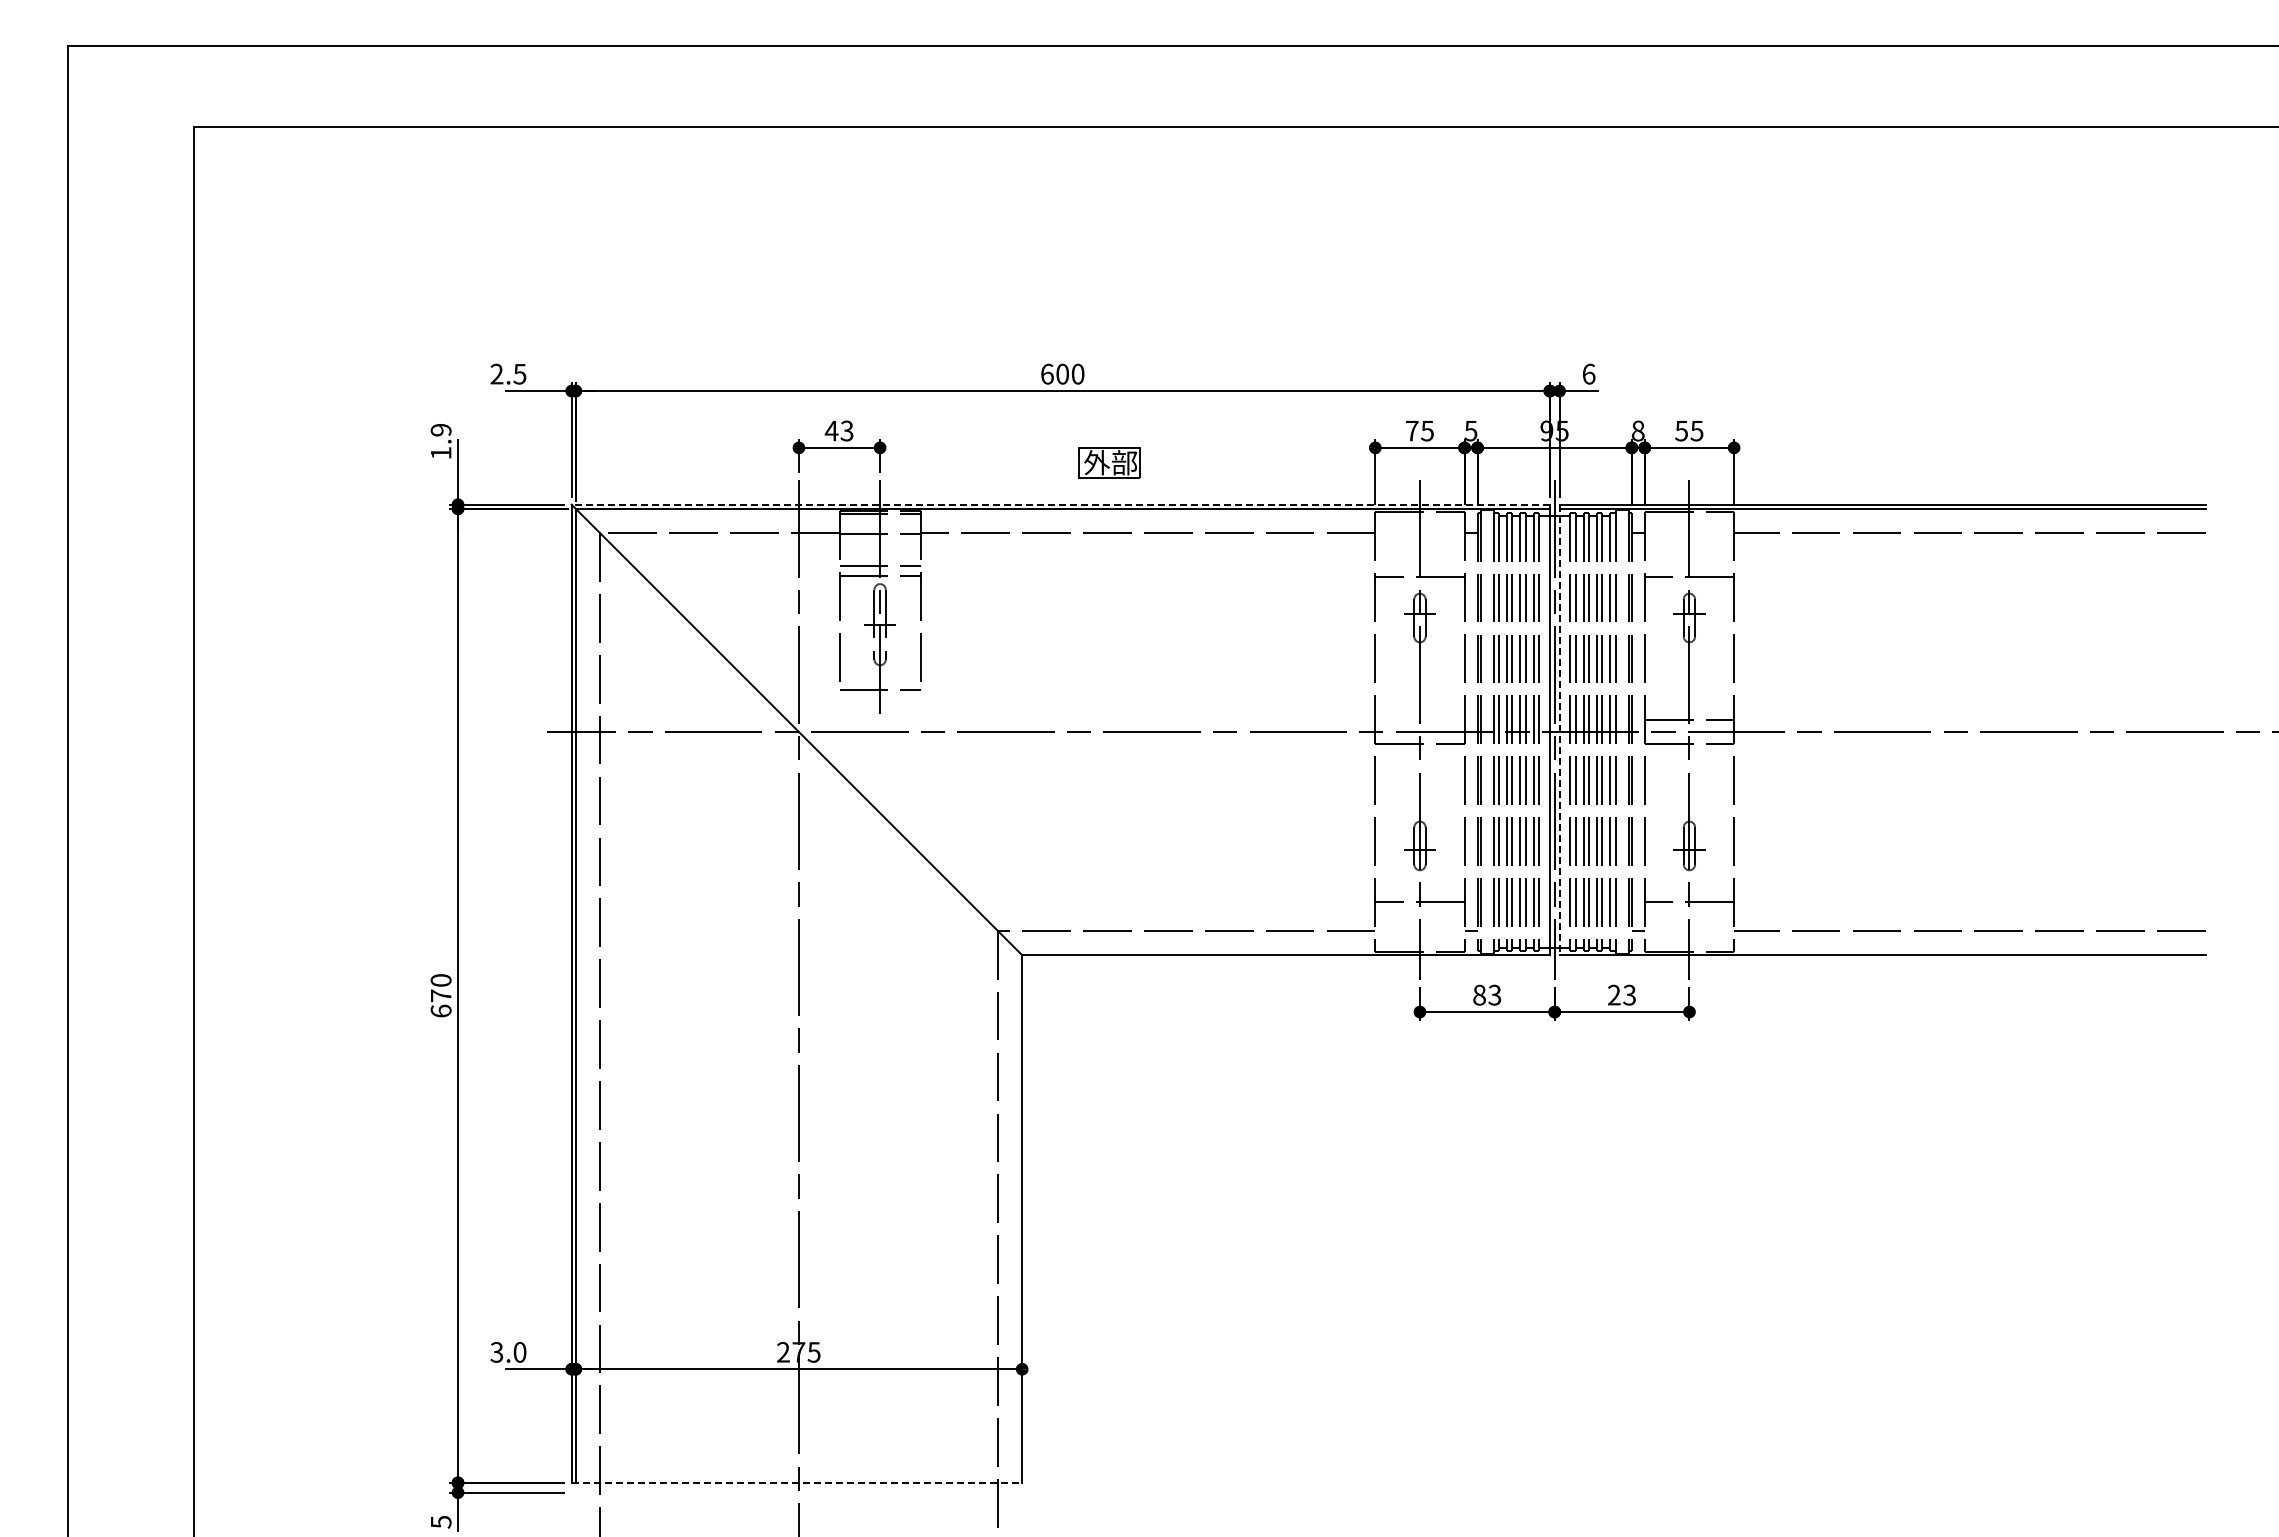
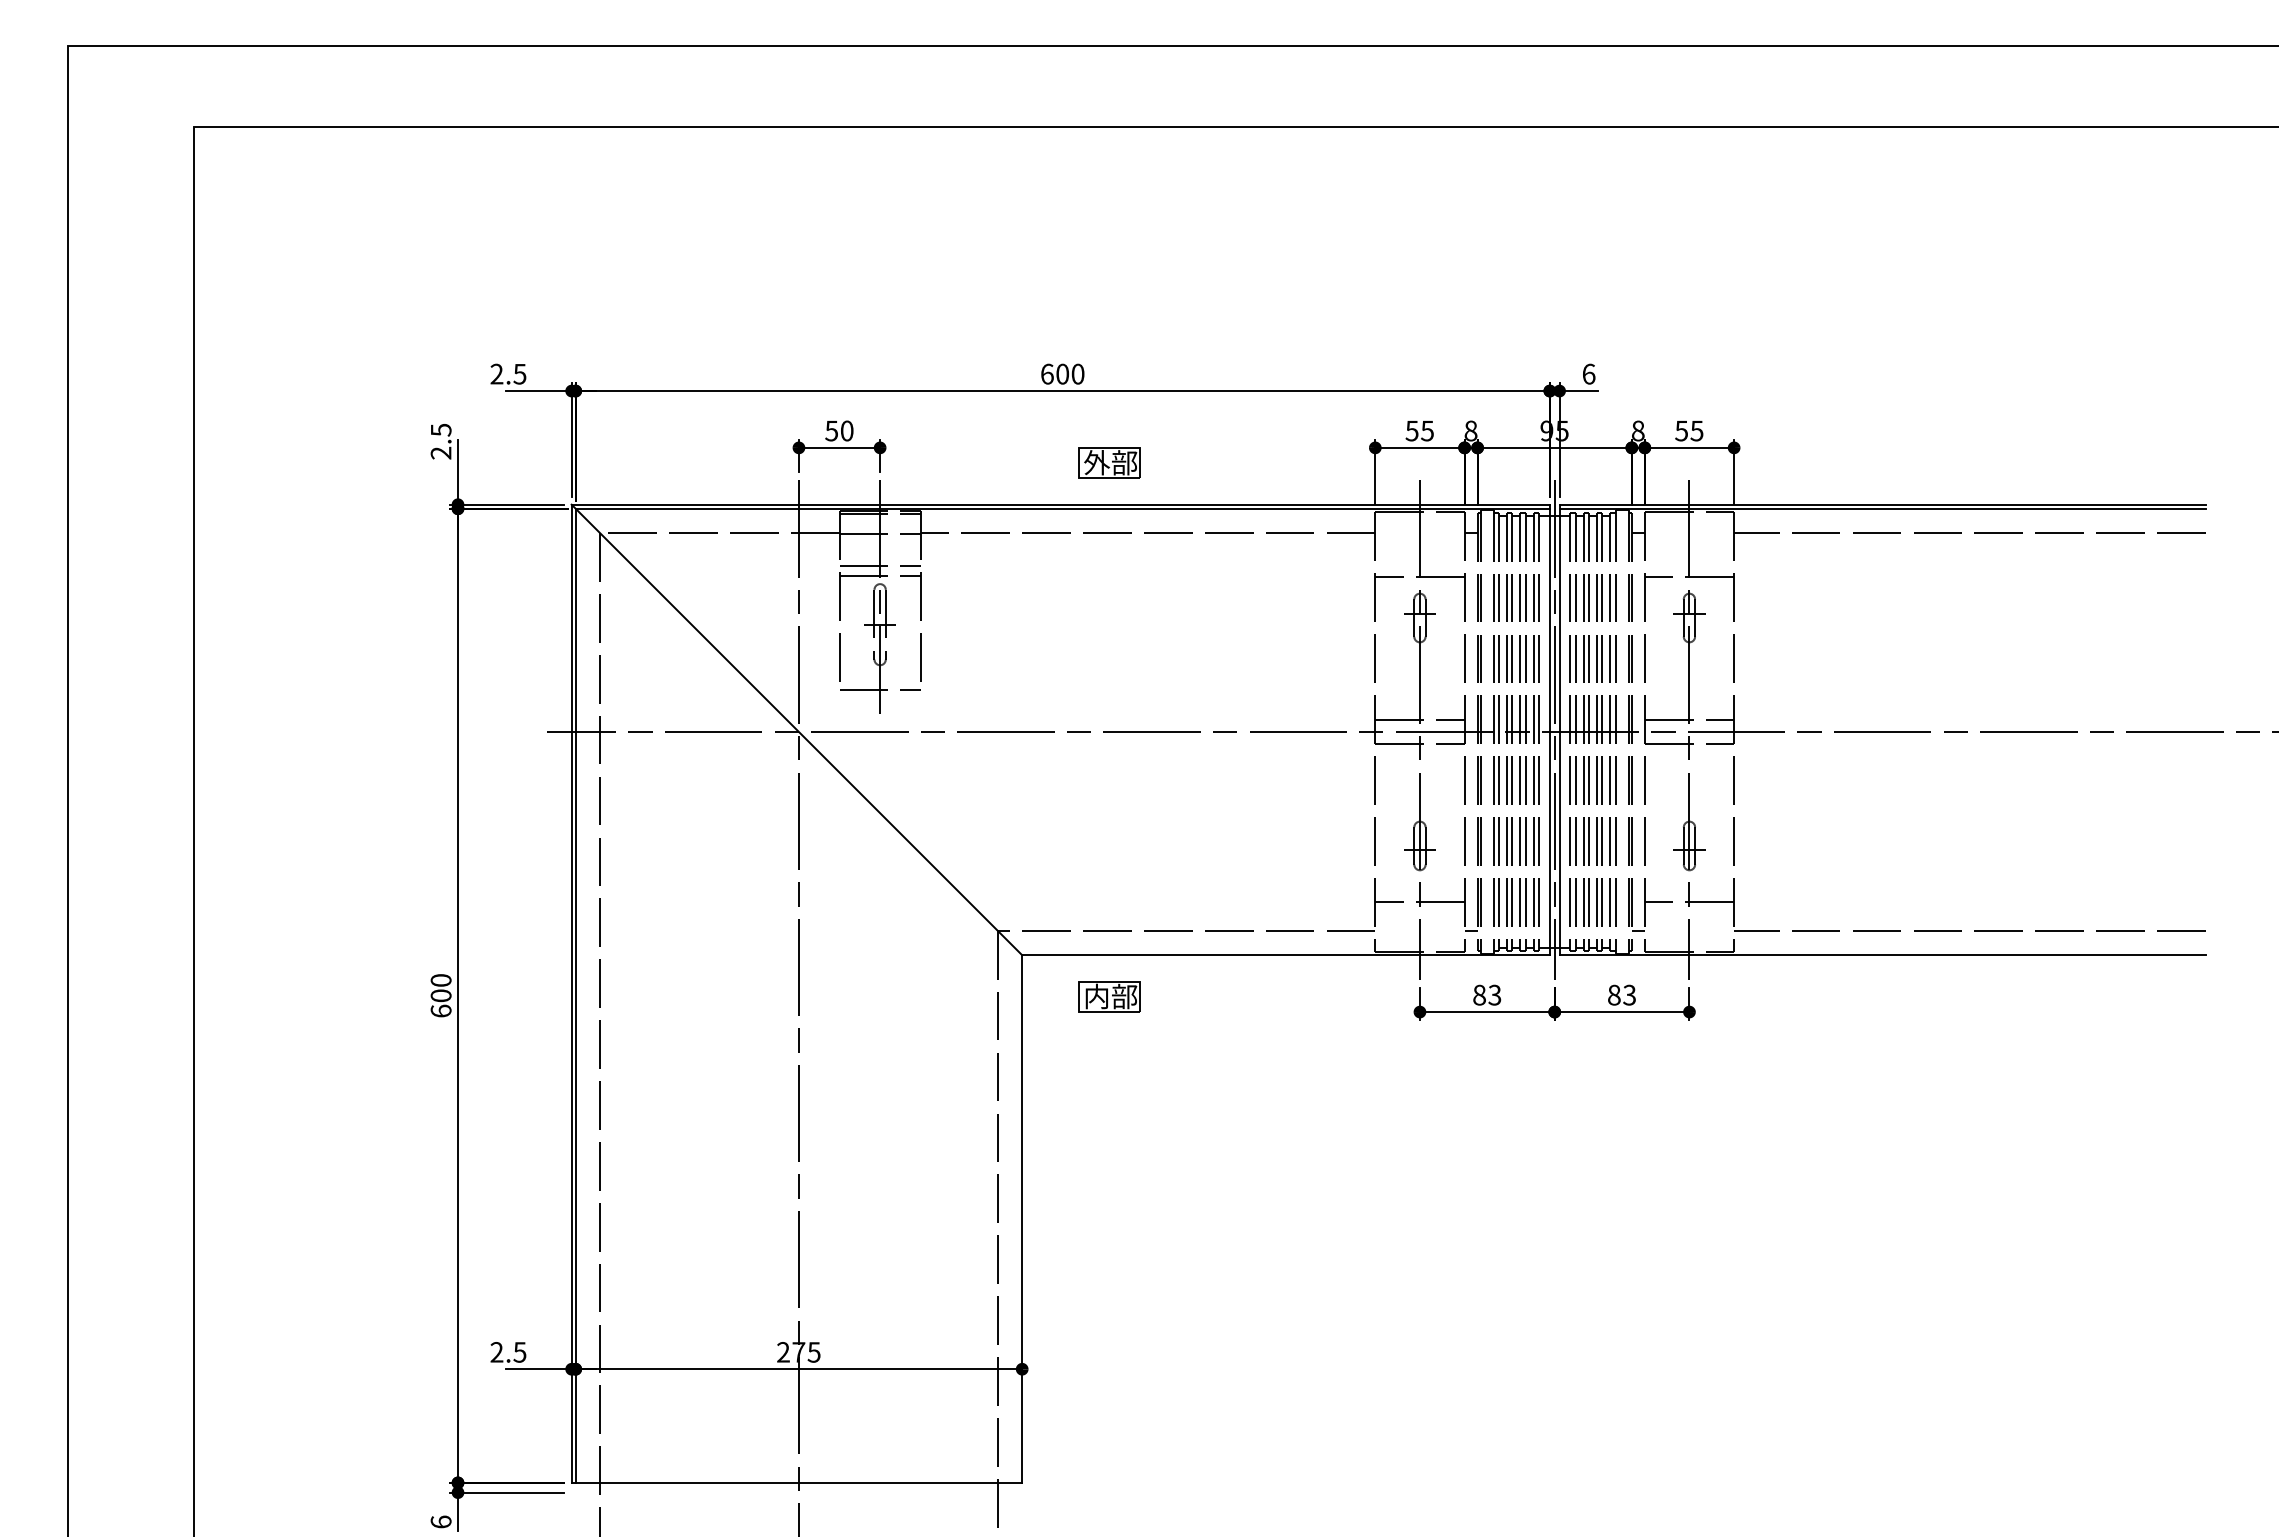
text at (838, 430): 43 -> 50
text at (1411, 430): 75 -> 55
text at (1470, 430): 5 -> 8
text at (440, 441): 1.9 -> 2.5
line at (1060, 504): dashed -> solid
line at (1419, 719): none -> present
line at (1559, 730): dashed -> solid
text at (1614, 994): 23 -> 83
text at (440, 995): 670 -> 600
part at (1109, 996): none -> present
text at (508, 1352): 3.0 -> 2.5
line at (797, 1482): dashed -> solid
text at (440, 1521): 5 -> 6
